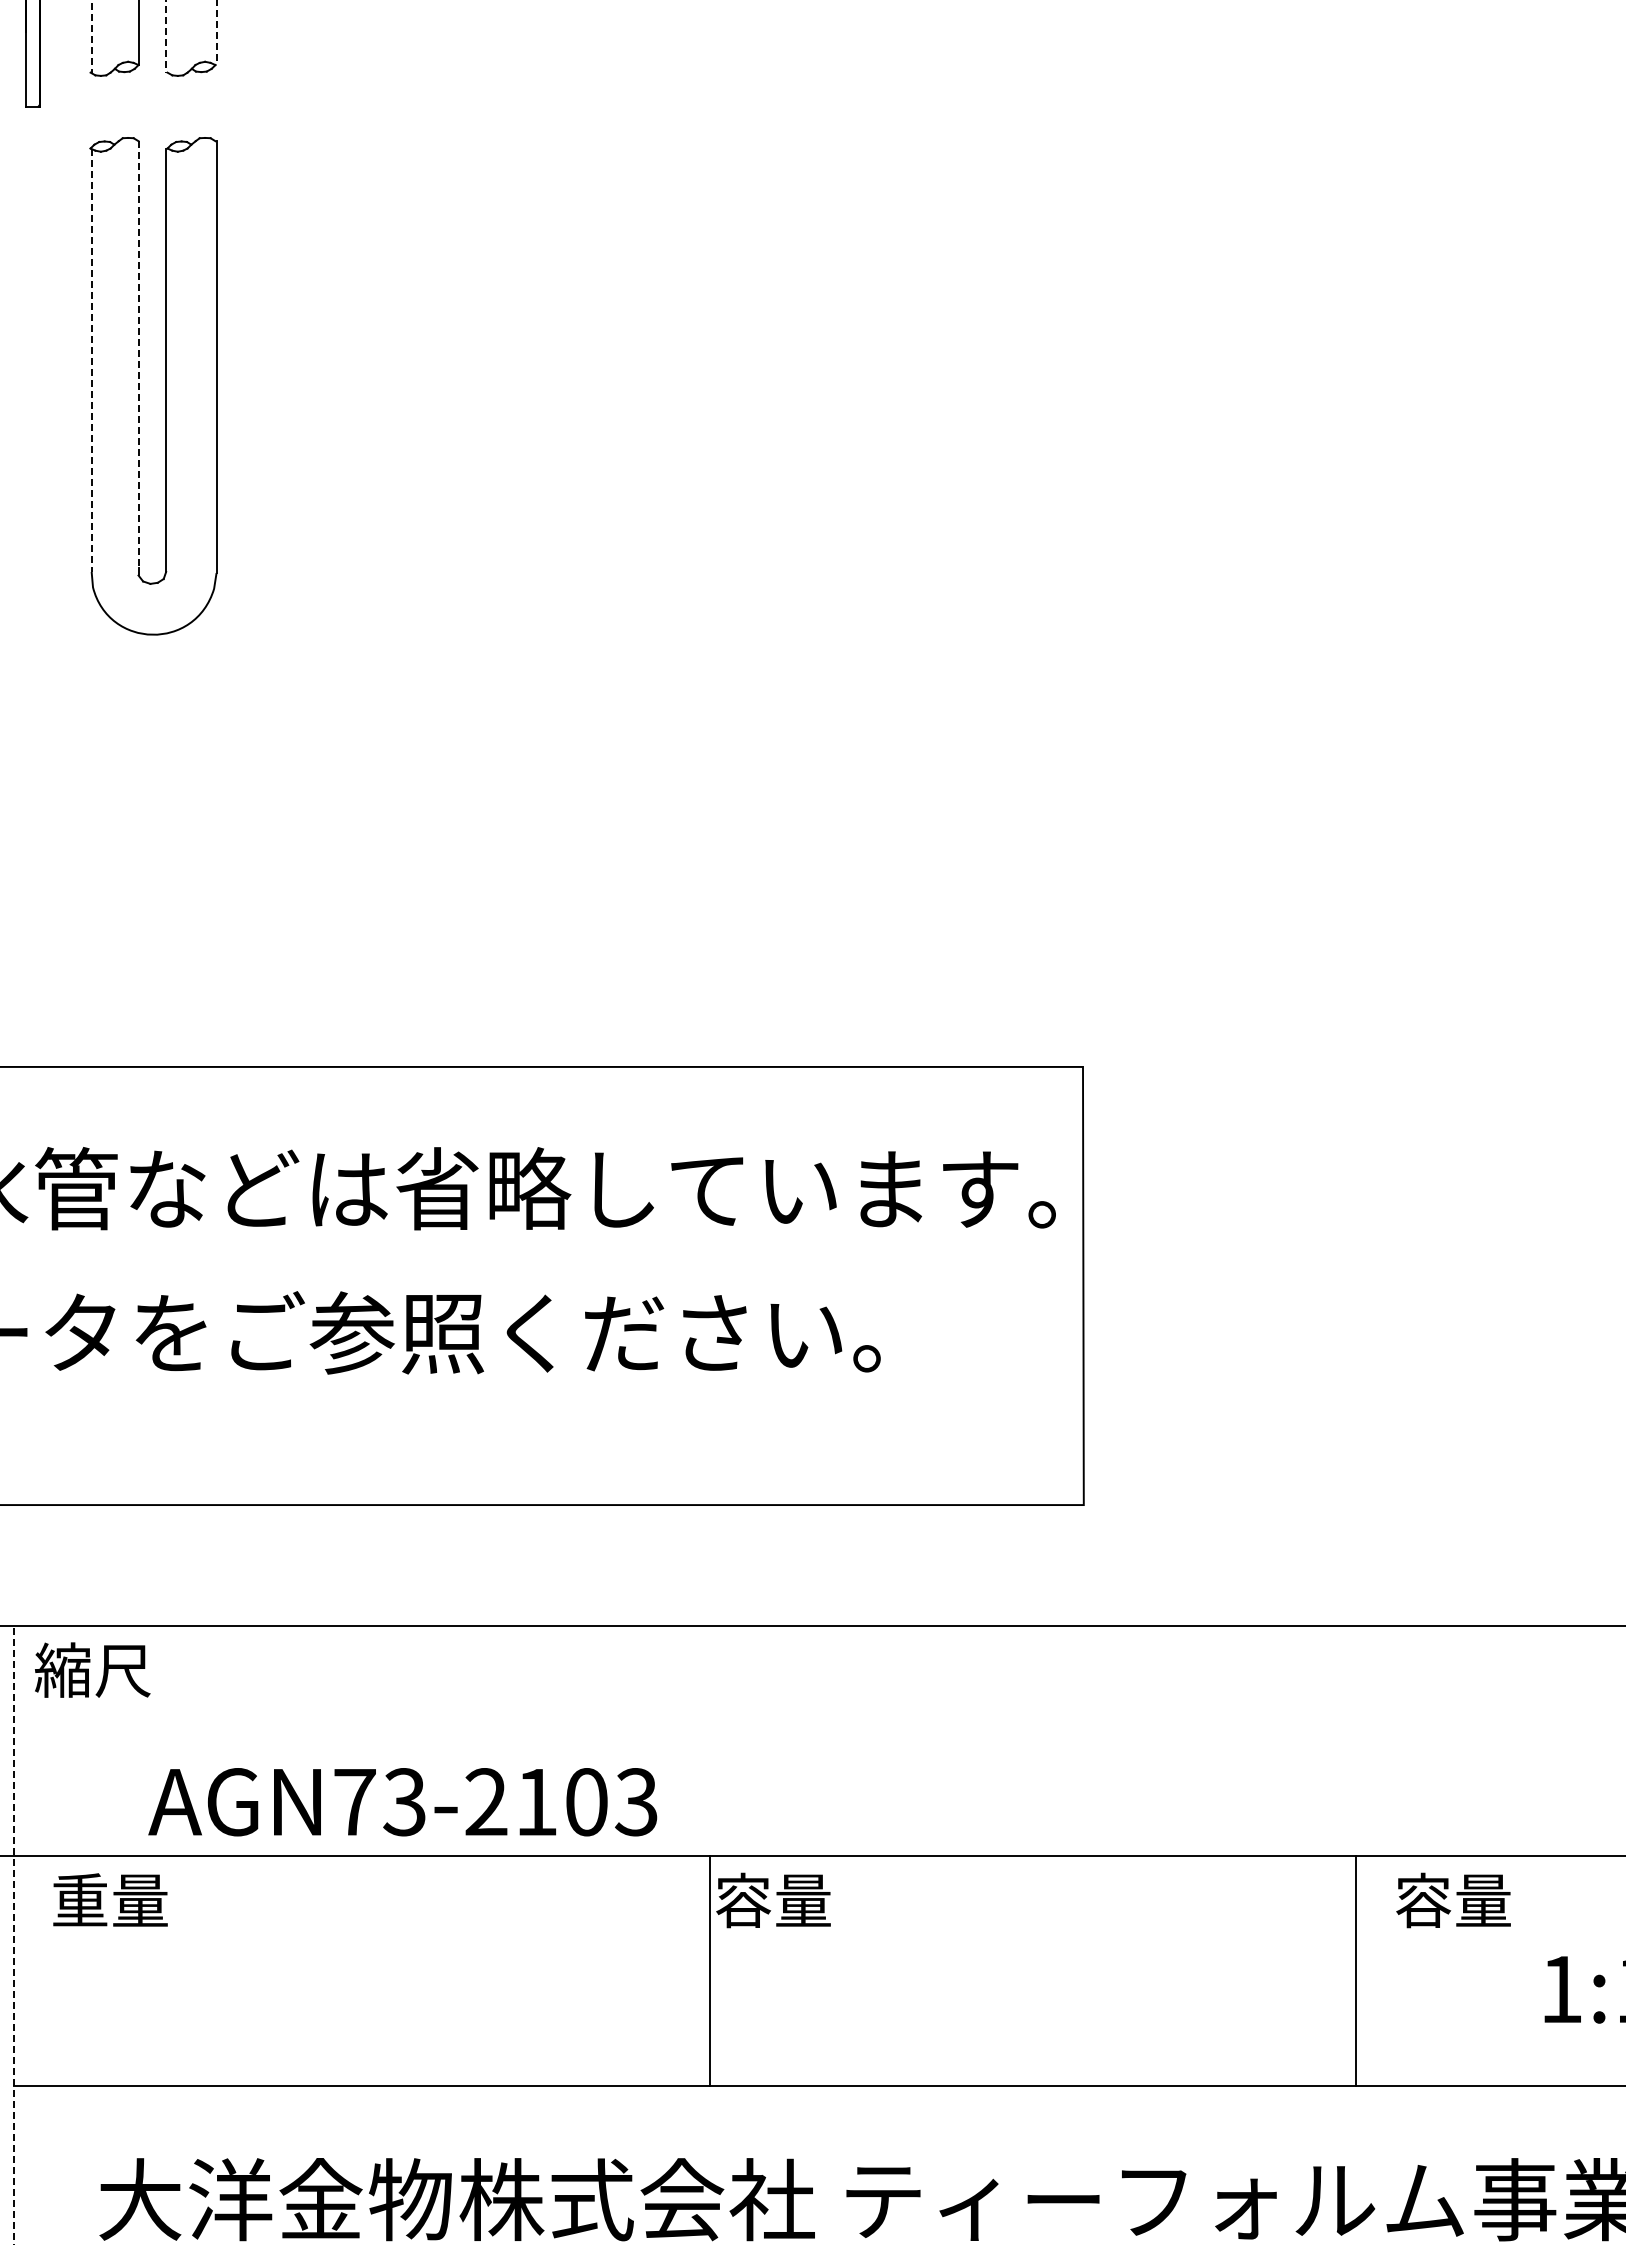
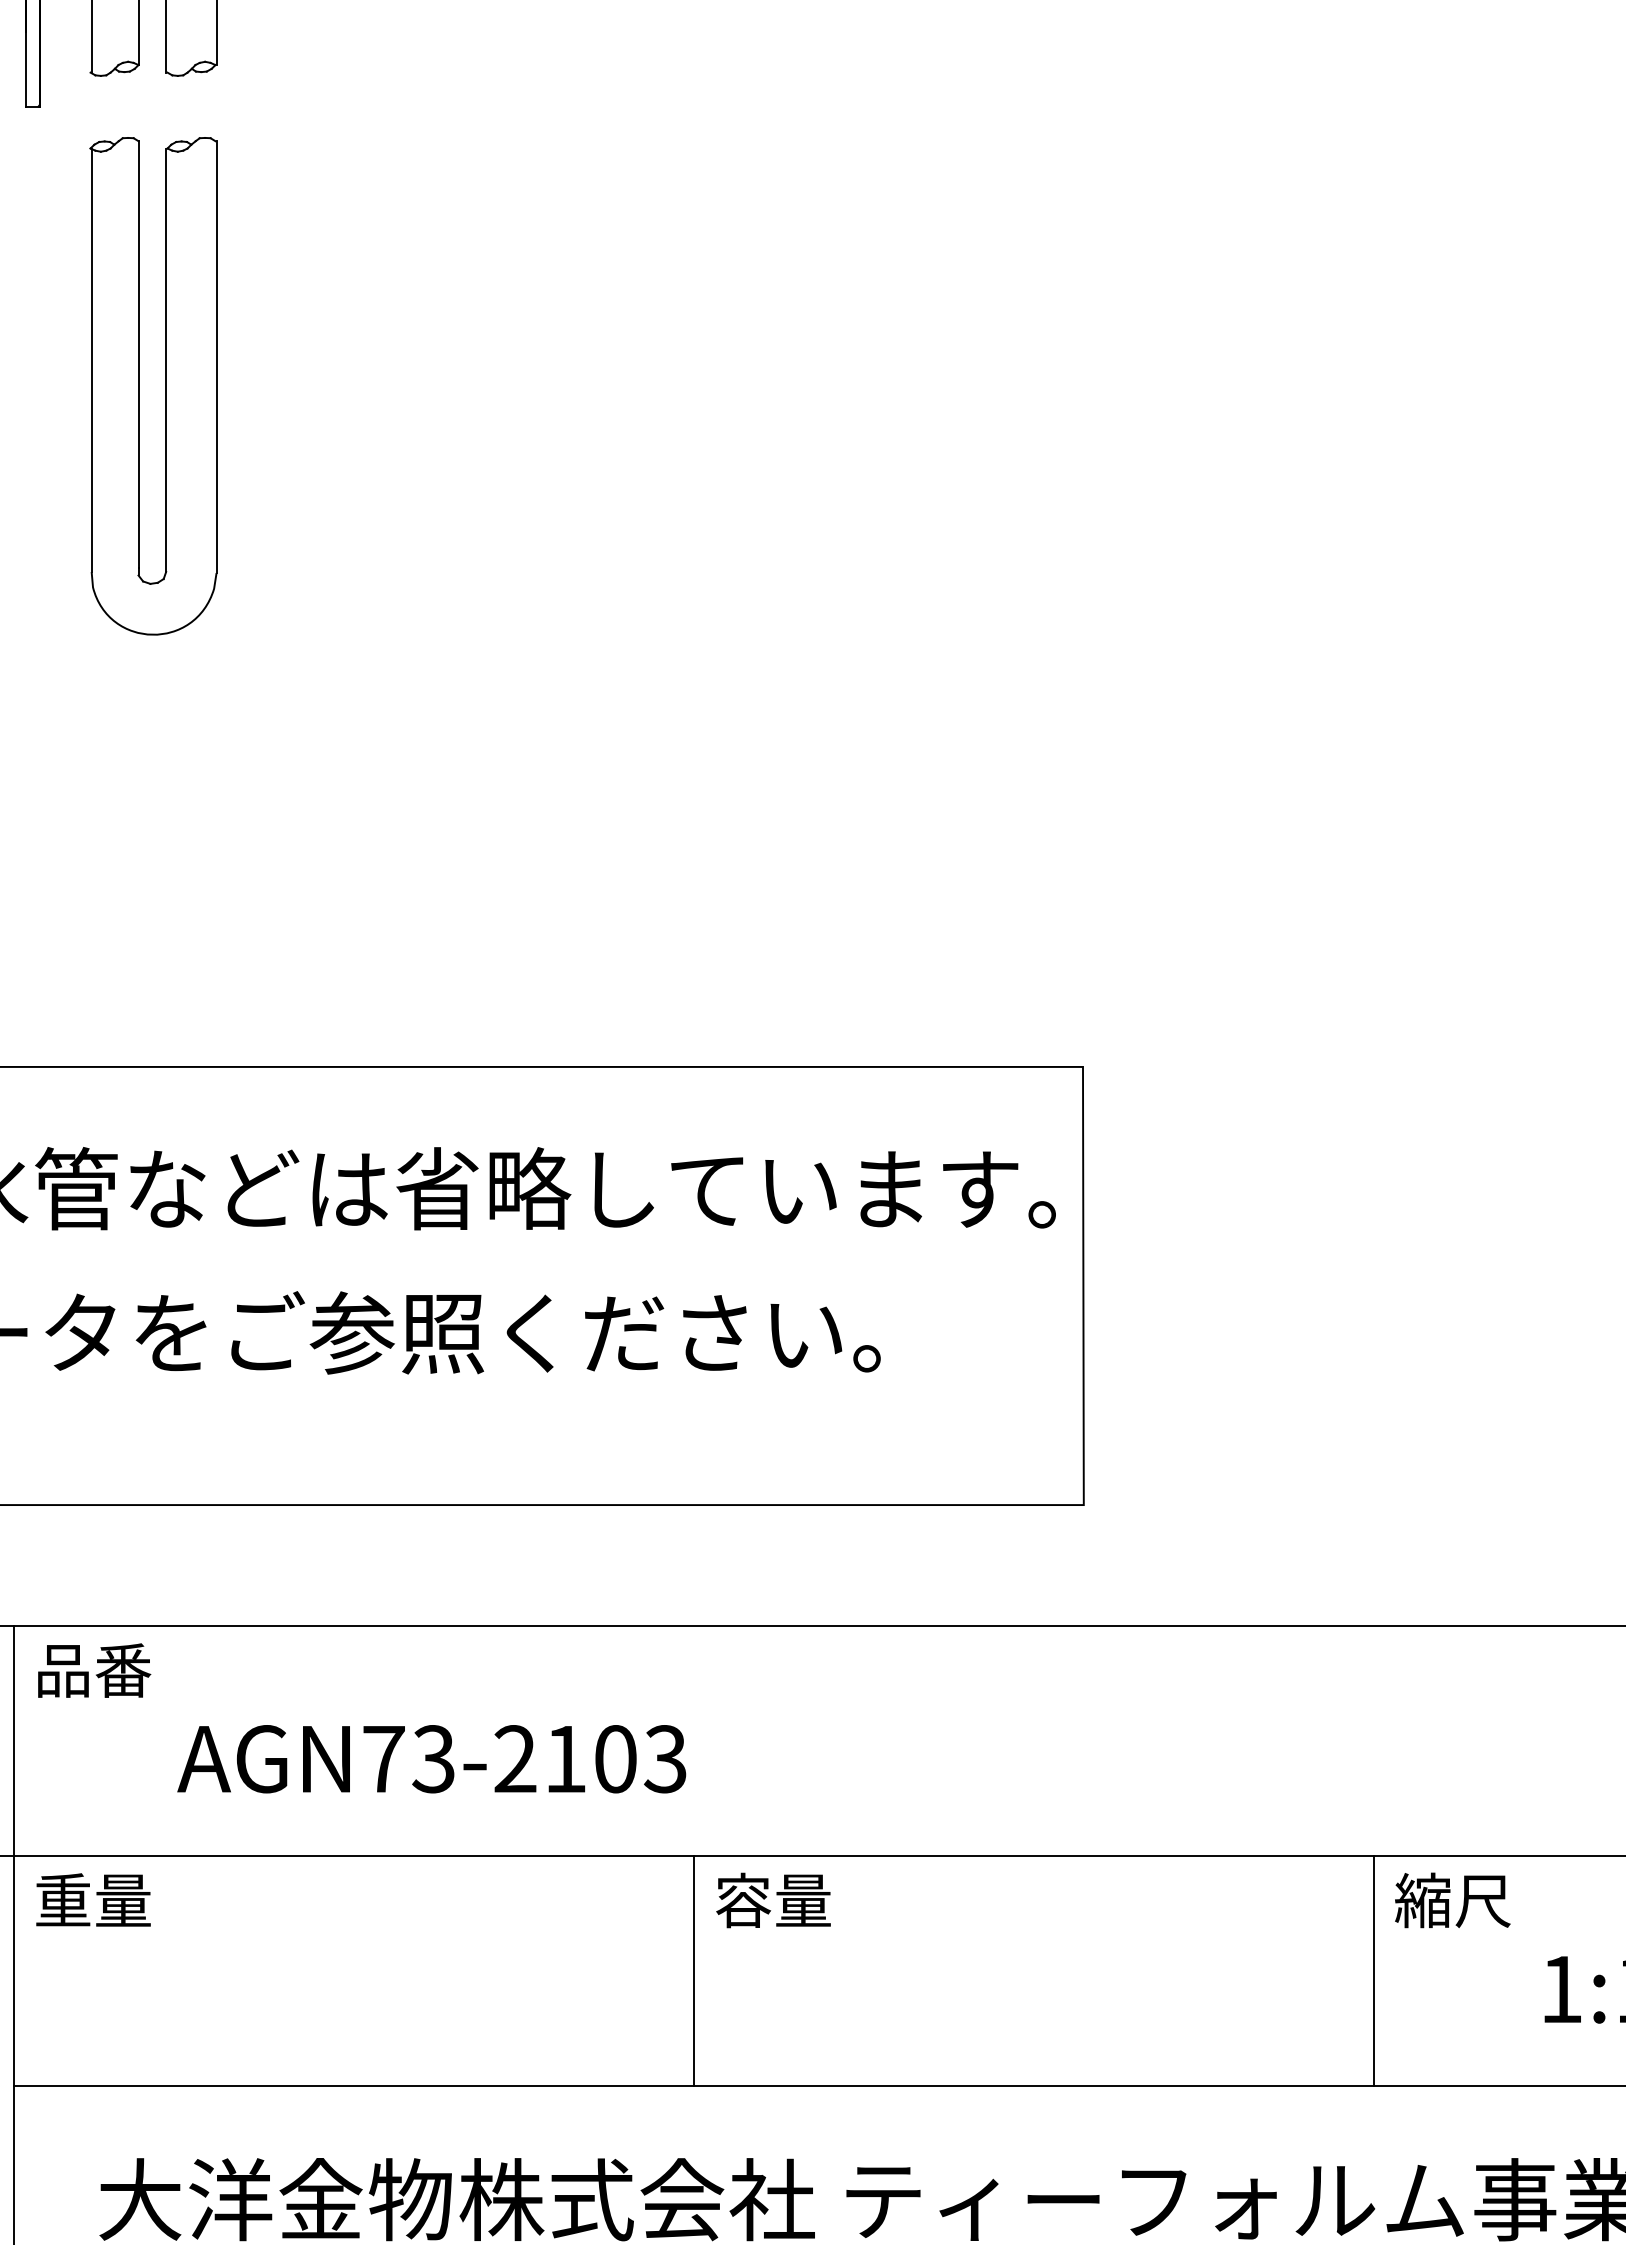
line at (216, 33): dashed -> solid
line at (91, 36): dashed -> solid
line at (166, 36): dashed -> solid
line at (138, 354): dashed -> solid
line at (91, 360): dashed -> solid
text at (93, 1669): 縮尺 -> 品番
text at (402, 1802) position: (402, 1802) -> (431, 1759)
text at (110, 1899) position: (110, 1899) -> (93, 1899)
text at (1452, 1900): 容量 -> 縮尺
line at (14, 1934): dashed -> solid
line at (710, 1971) position: (710, 1971) -> (694, 1971)
line at (1356, 1971) position: (1356, 1971) -> (1374, 1971)
